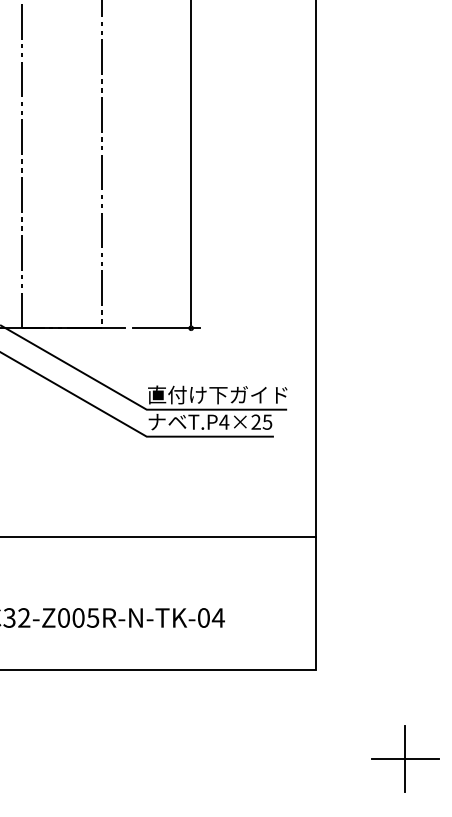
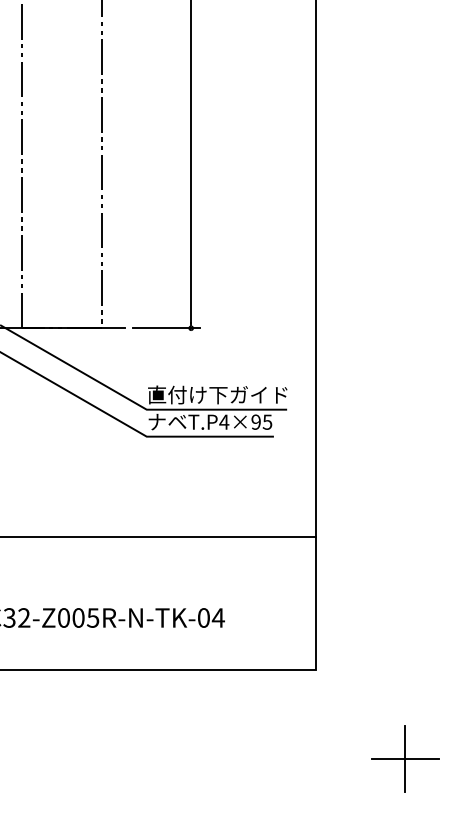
text at (255, 422): T.P4×25 -> T.P4×95
